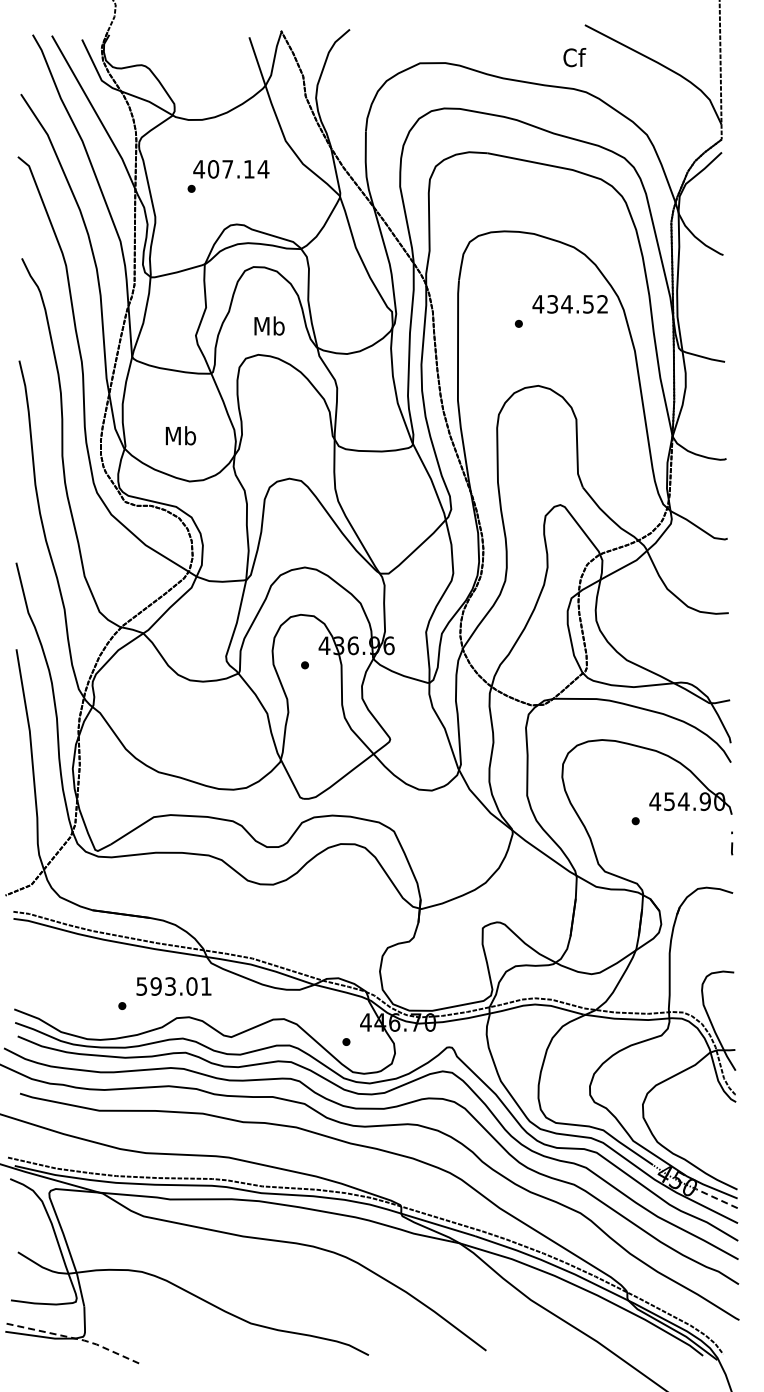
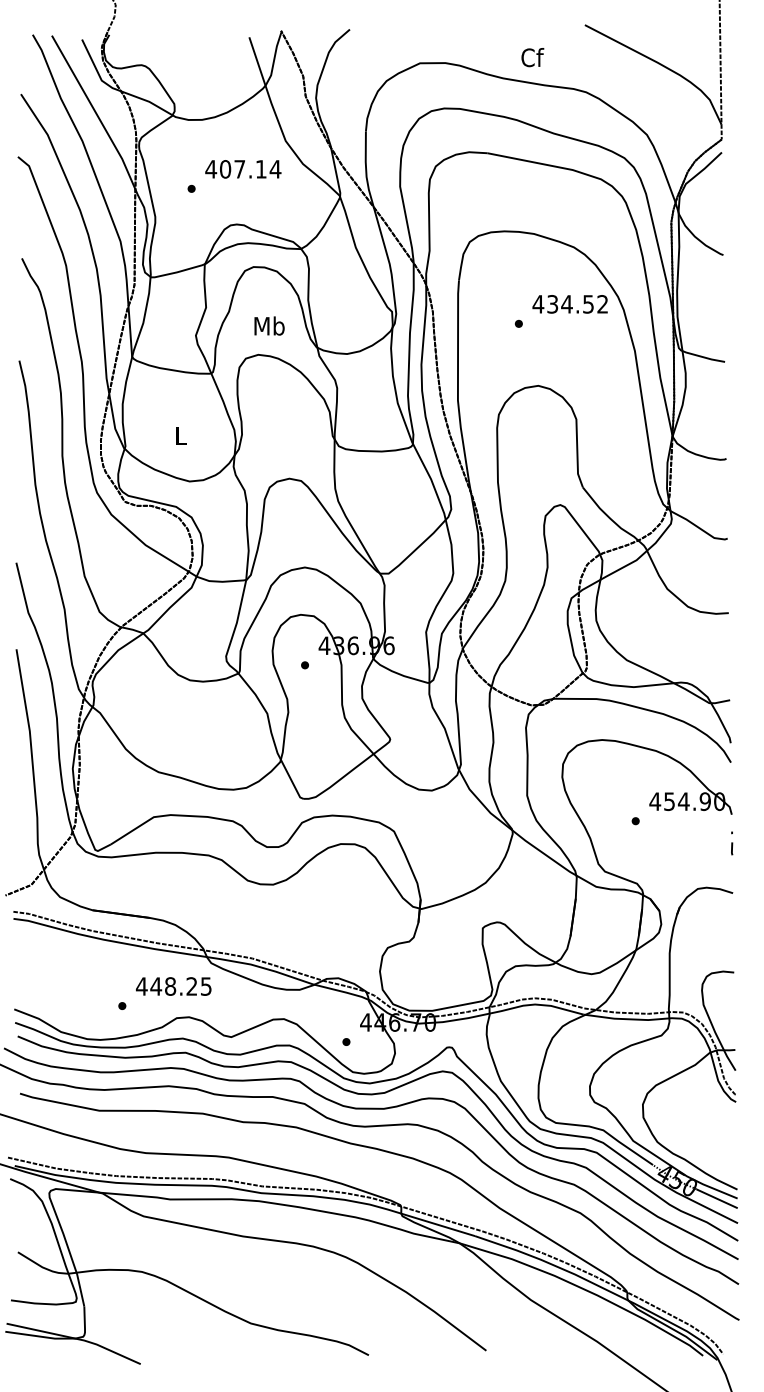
text at (574, 57) position: (574, 57) -> (532, 57)
text at (231, 169) position: (231, 169) -> (243, 169)
text at (180, 435): Mb -> L
text at (173, 986): 593.01 -> 448.25
line at (717, 1198): dashed -> solid
line at (77, 1339): dashed -> solid
